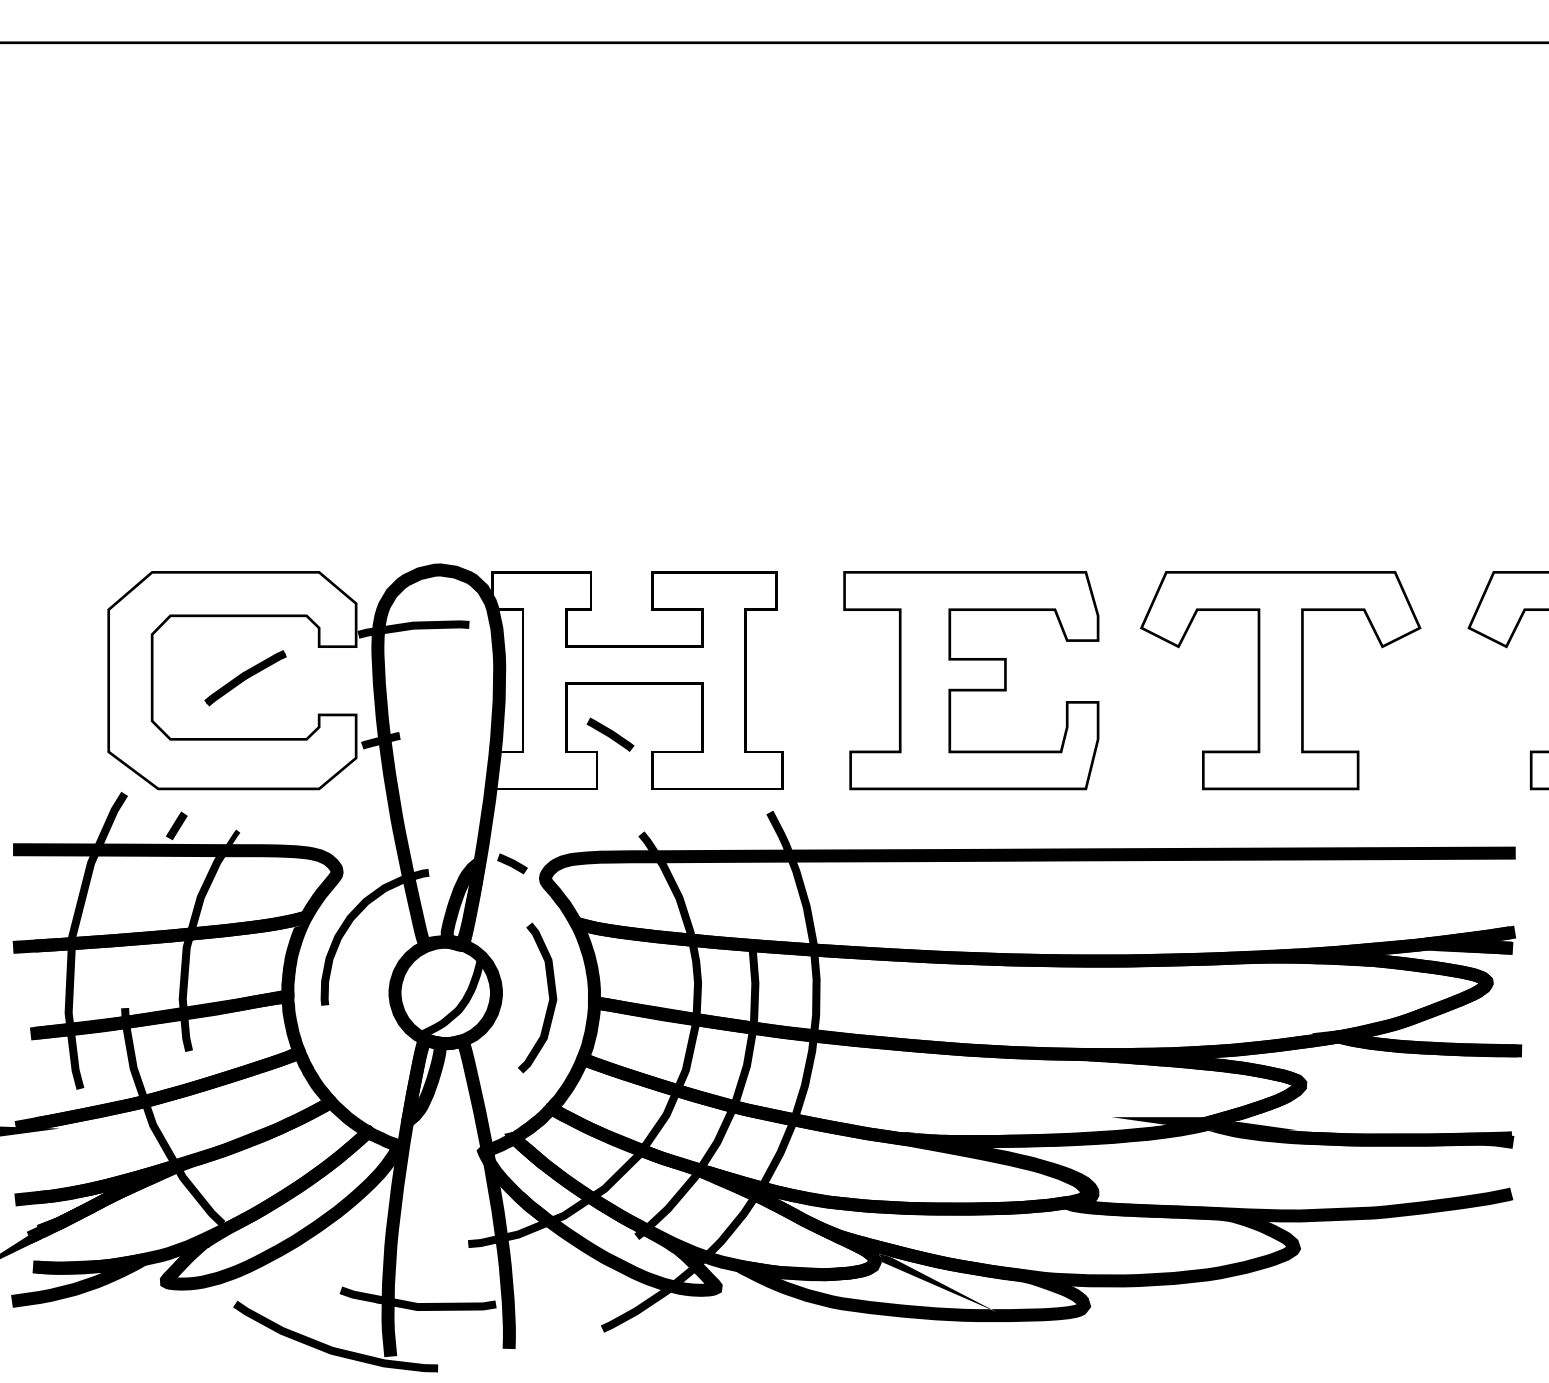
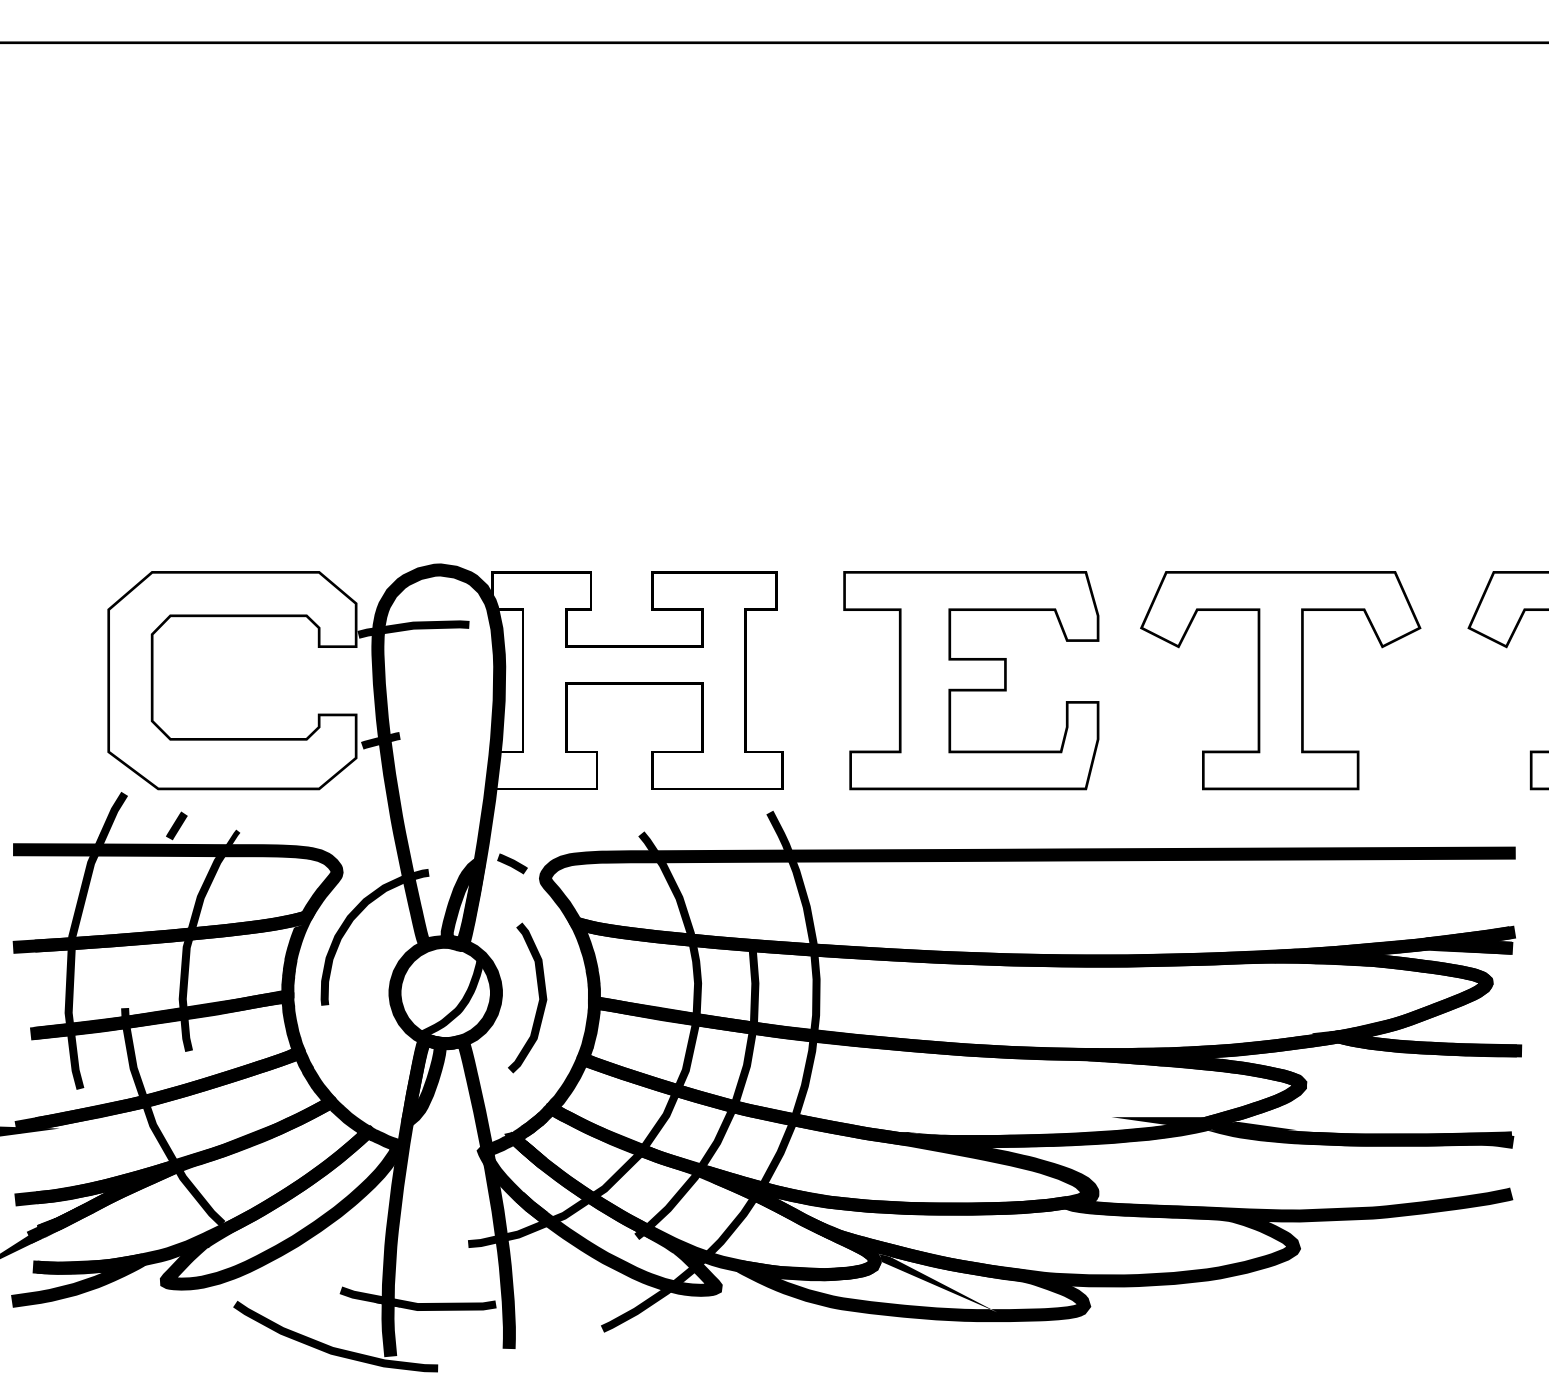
part at (245, 678): present -> none
line at (610, 734): present -> none
curve at (548, 995) position: (548, 995) -> (538, 995)
